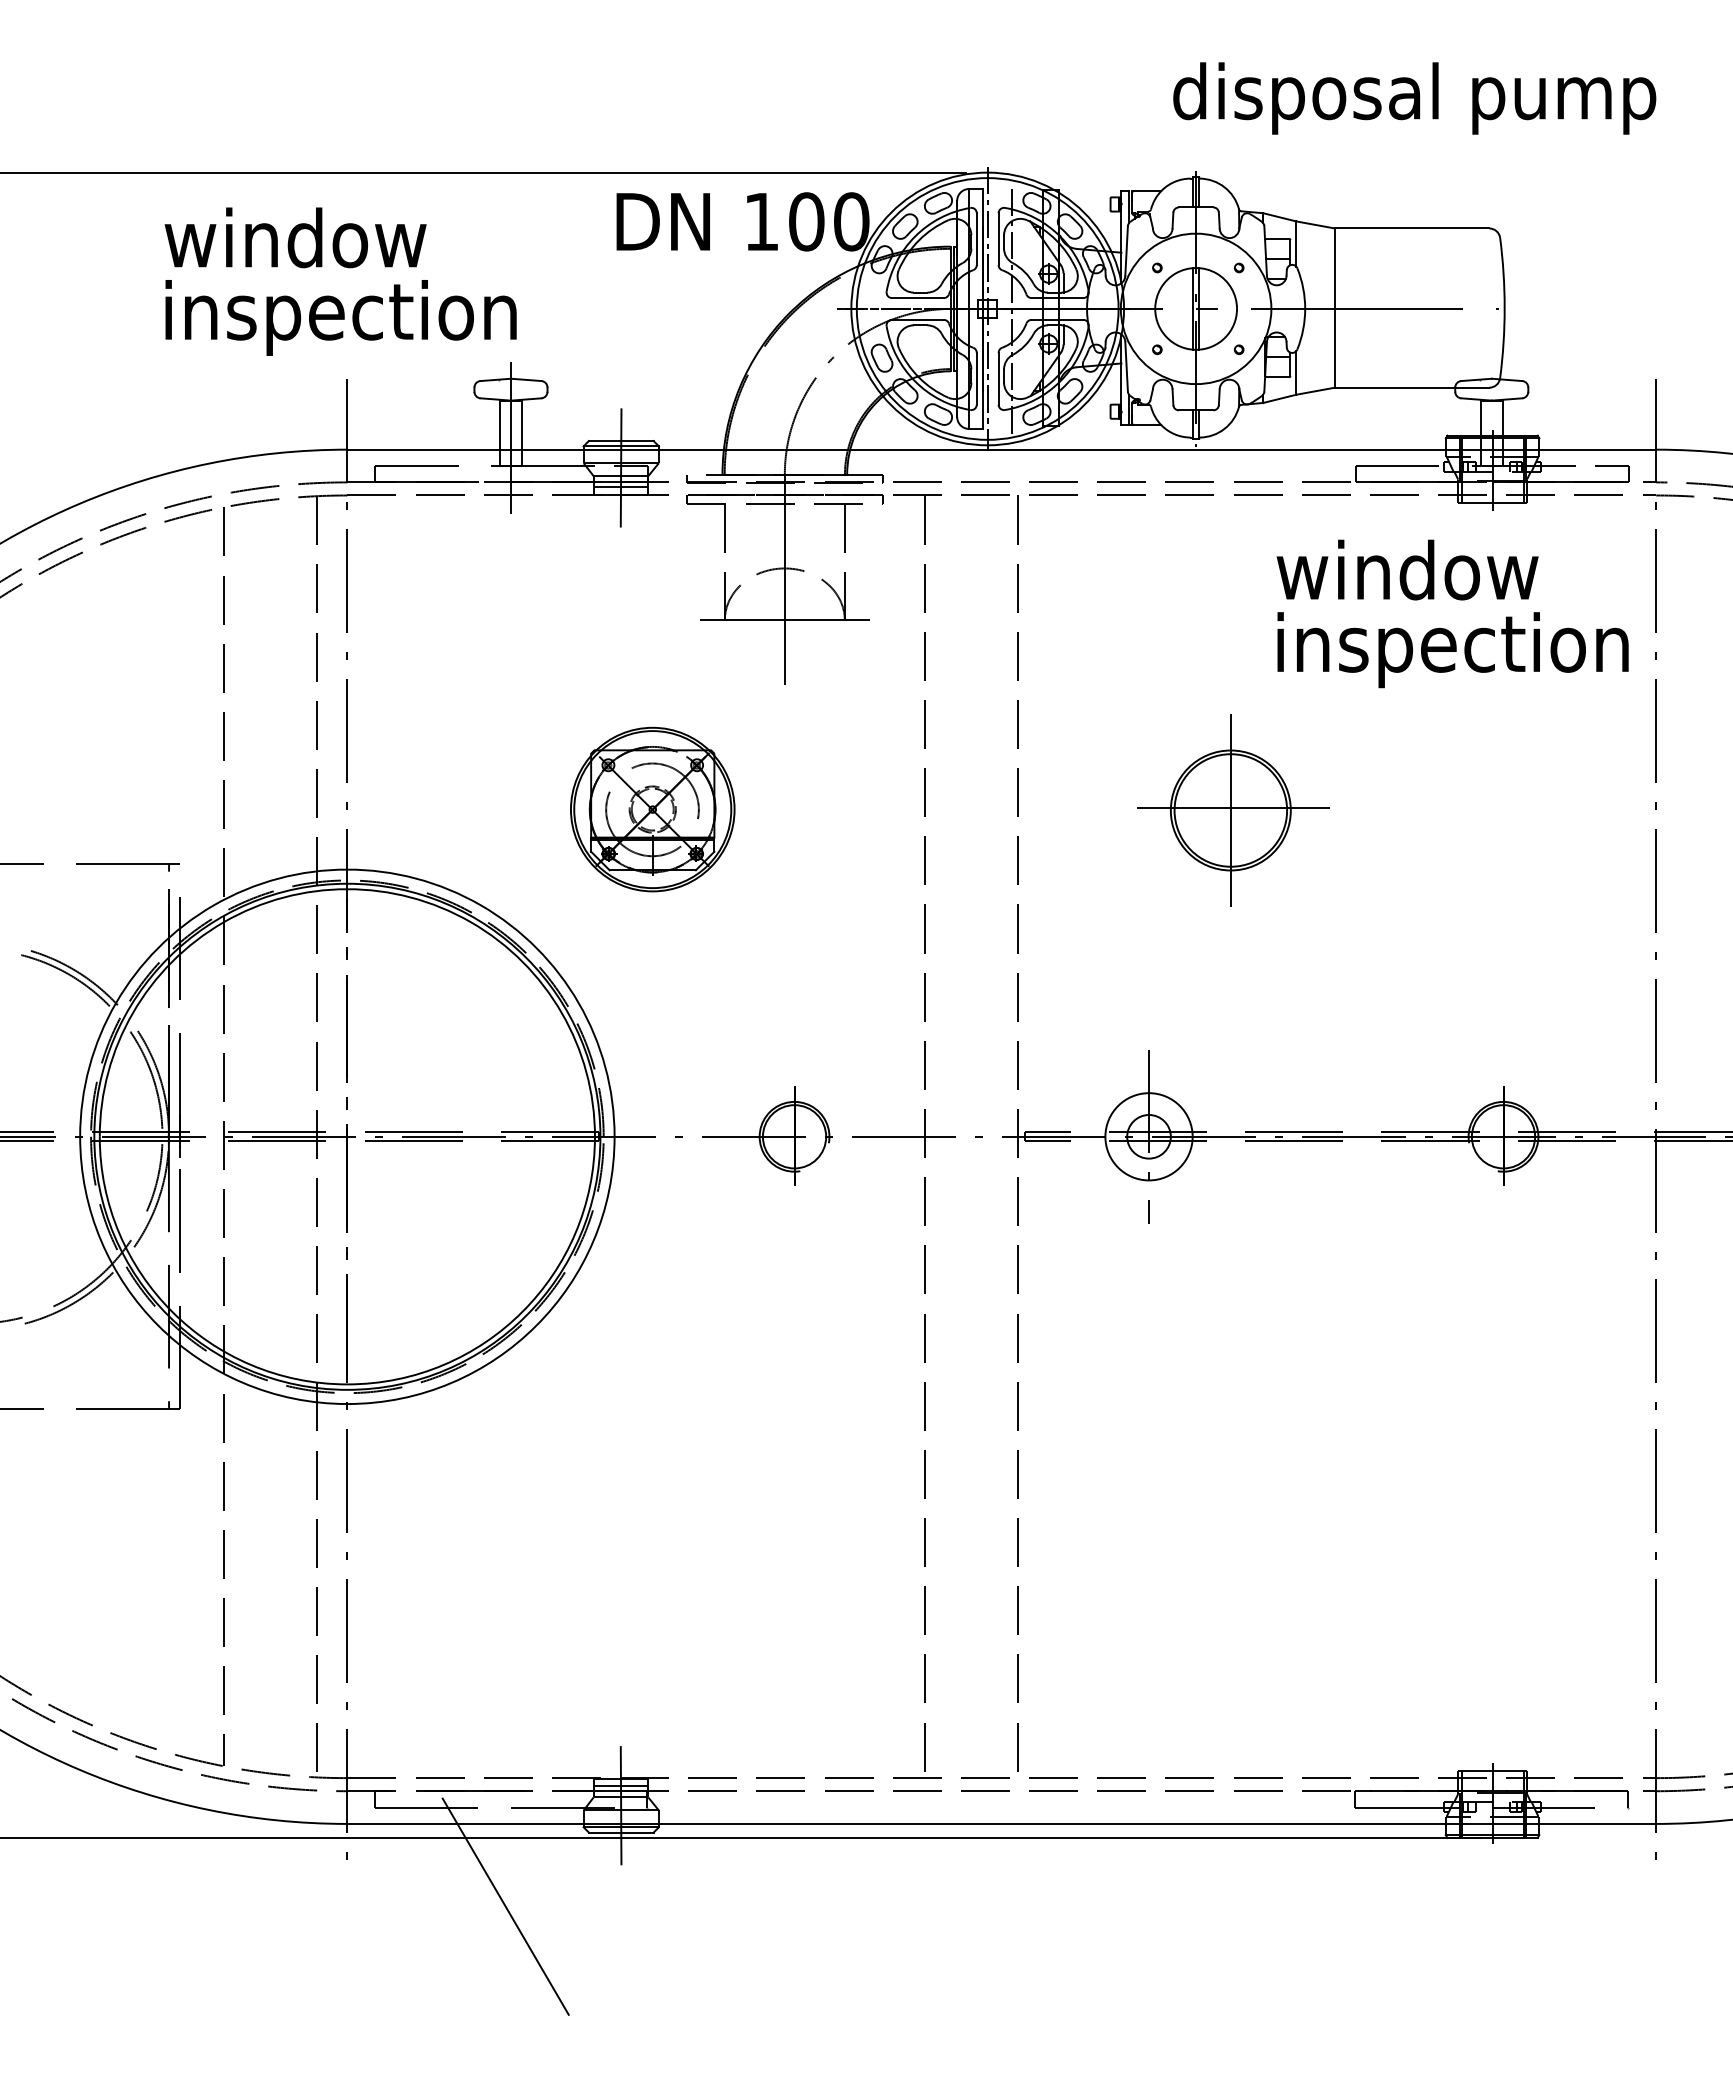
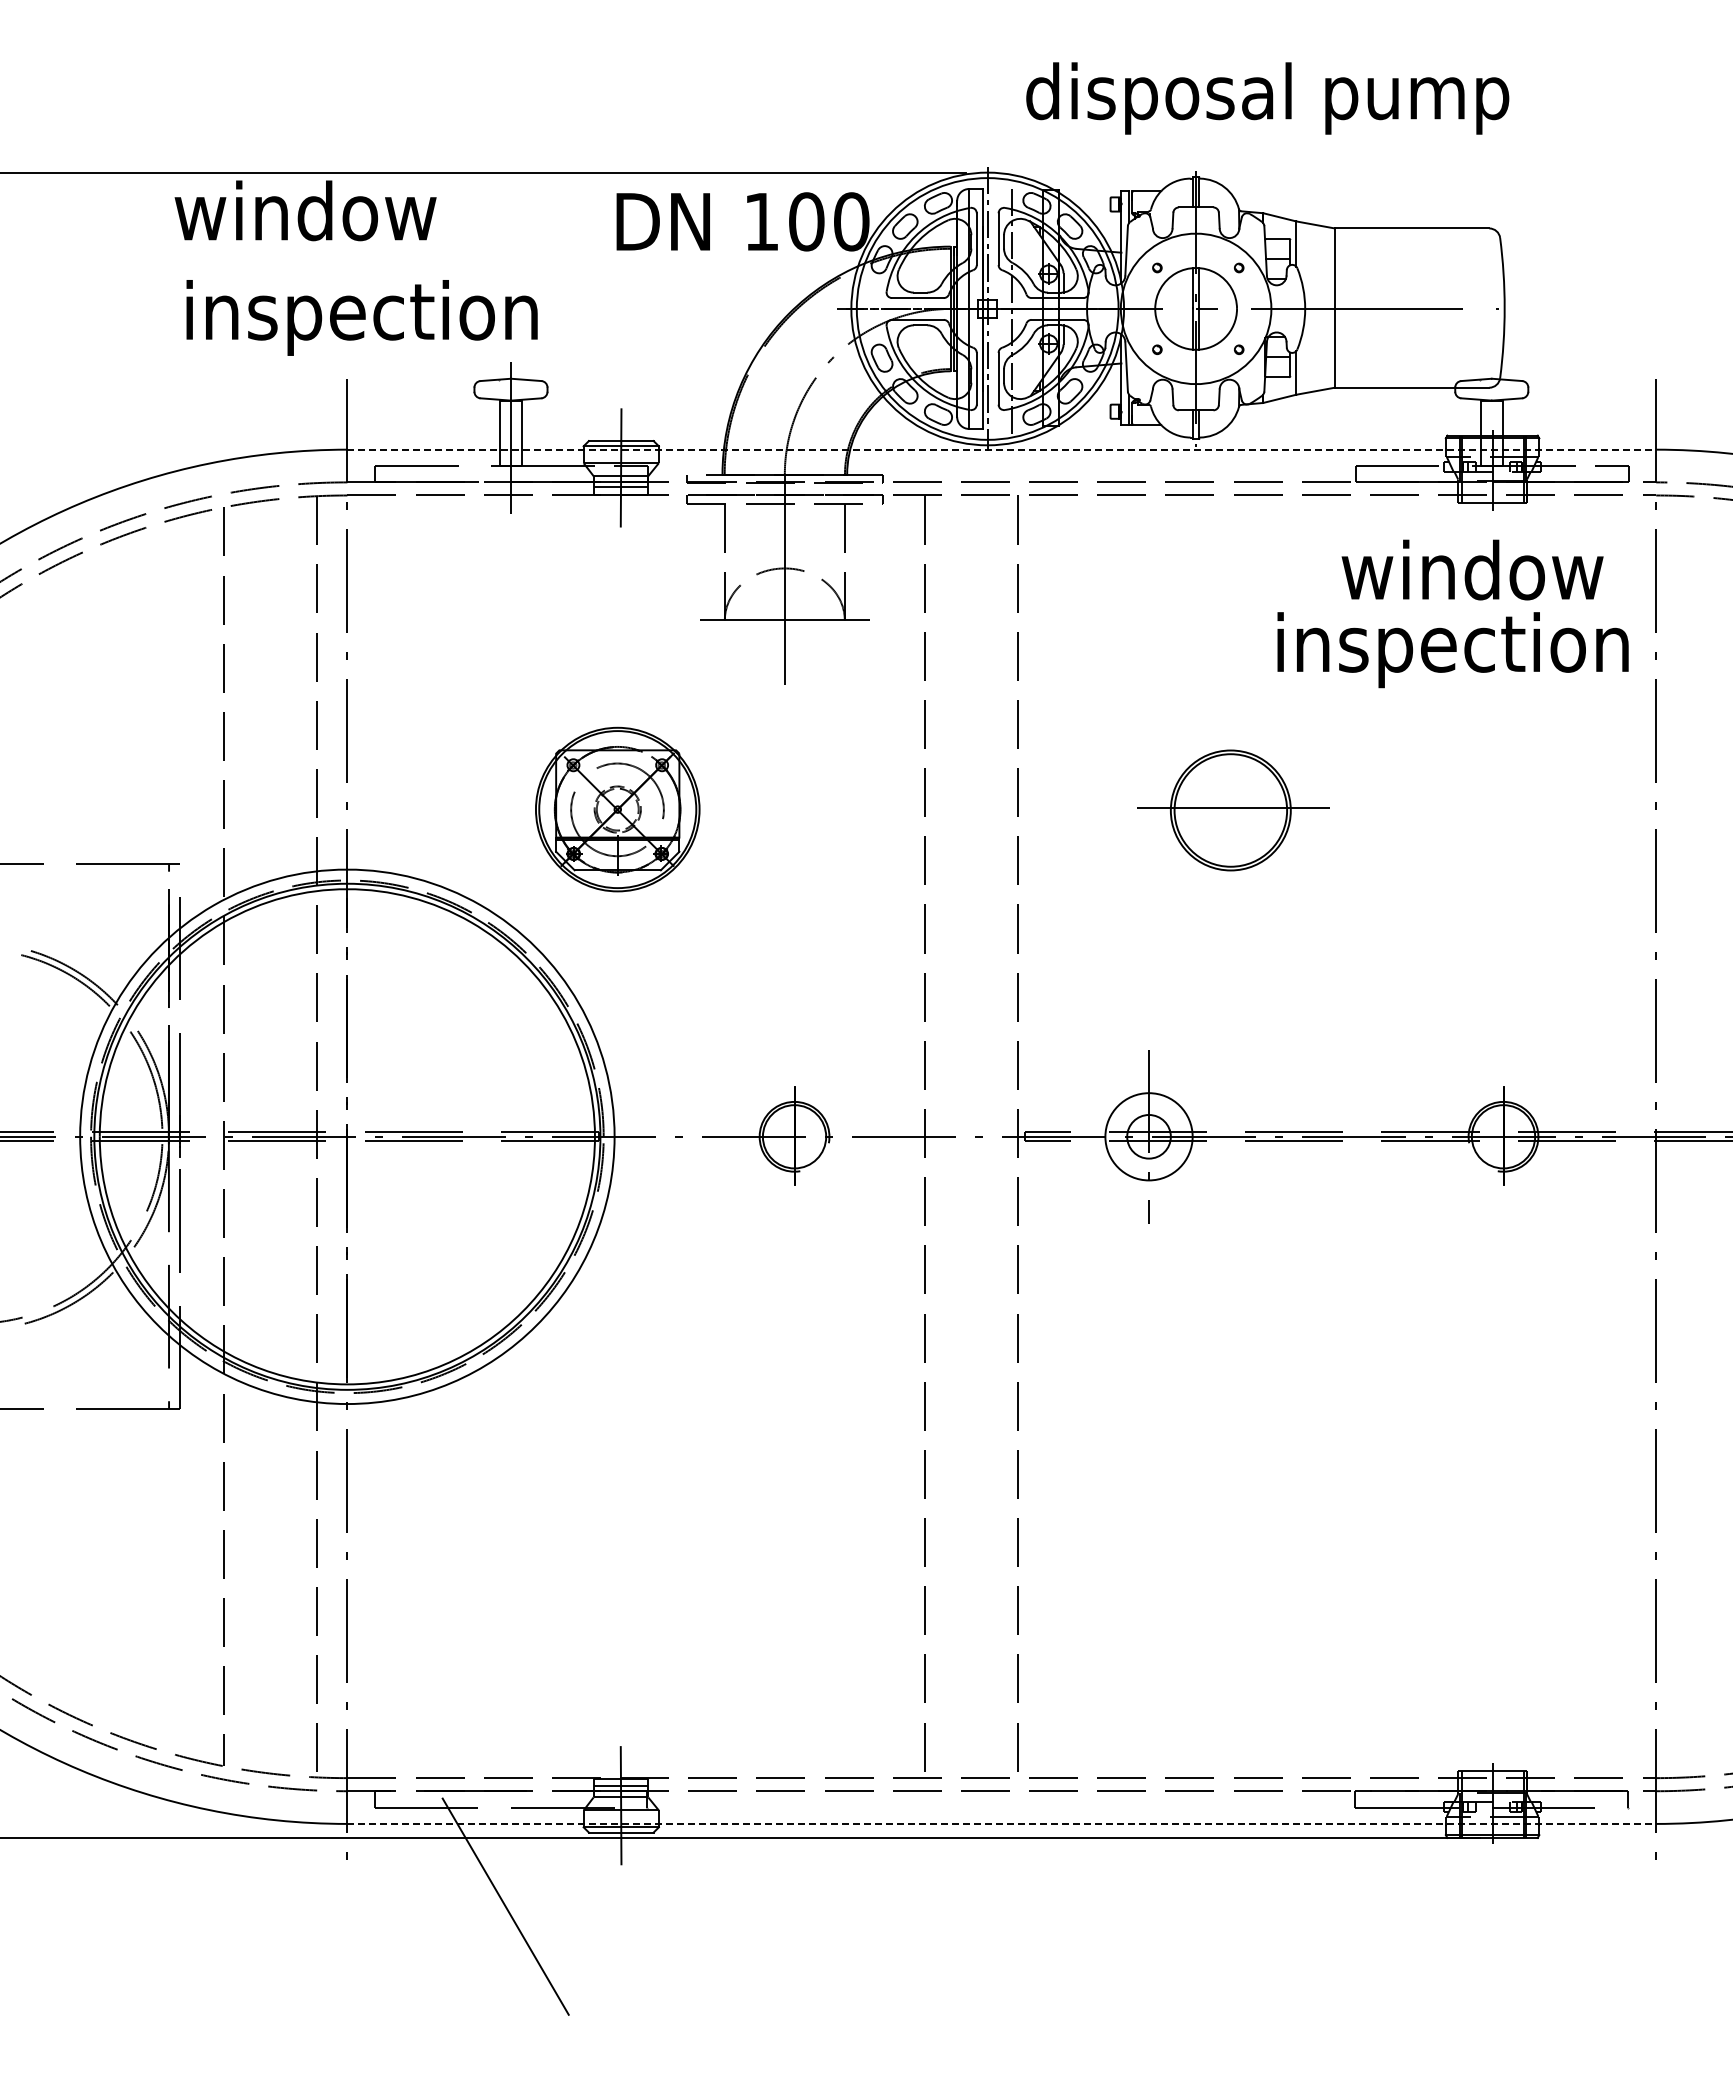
text at (1414, 98) position: (1414, 98) -> (1267, 98)
text at (295, 237) position: (295, 237) -> (305, 210)
text at (340, 317) position: (340, 317) -> (361, 317)
line at (1002, 449): solid -> dashed
text at (1407, 569) position: (1407, 569) -> (1472, 569)
part at (652, 809) position: (652, 809) -> (617, 809)
line at (1230, 810): present -> none
line at (1002, 1823): solid -> dashed
